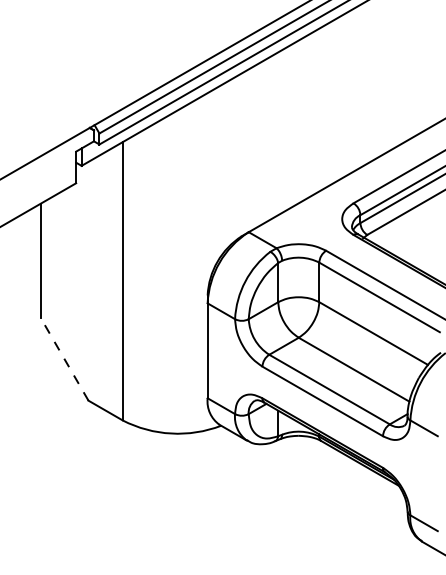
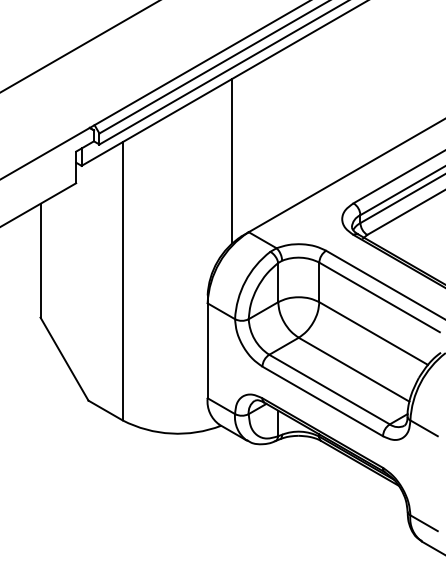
line at (79, 46): none -> present
line at (232, 160): none -> present
line at (64, 359): dashed -> solid
